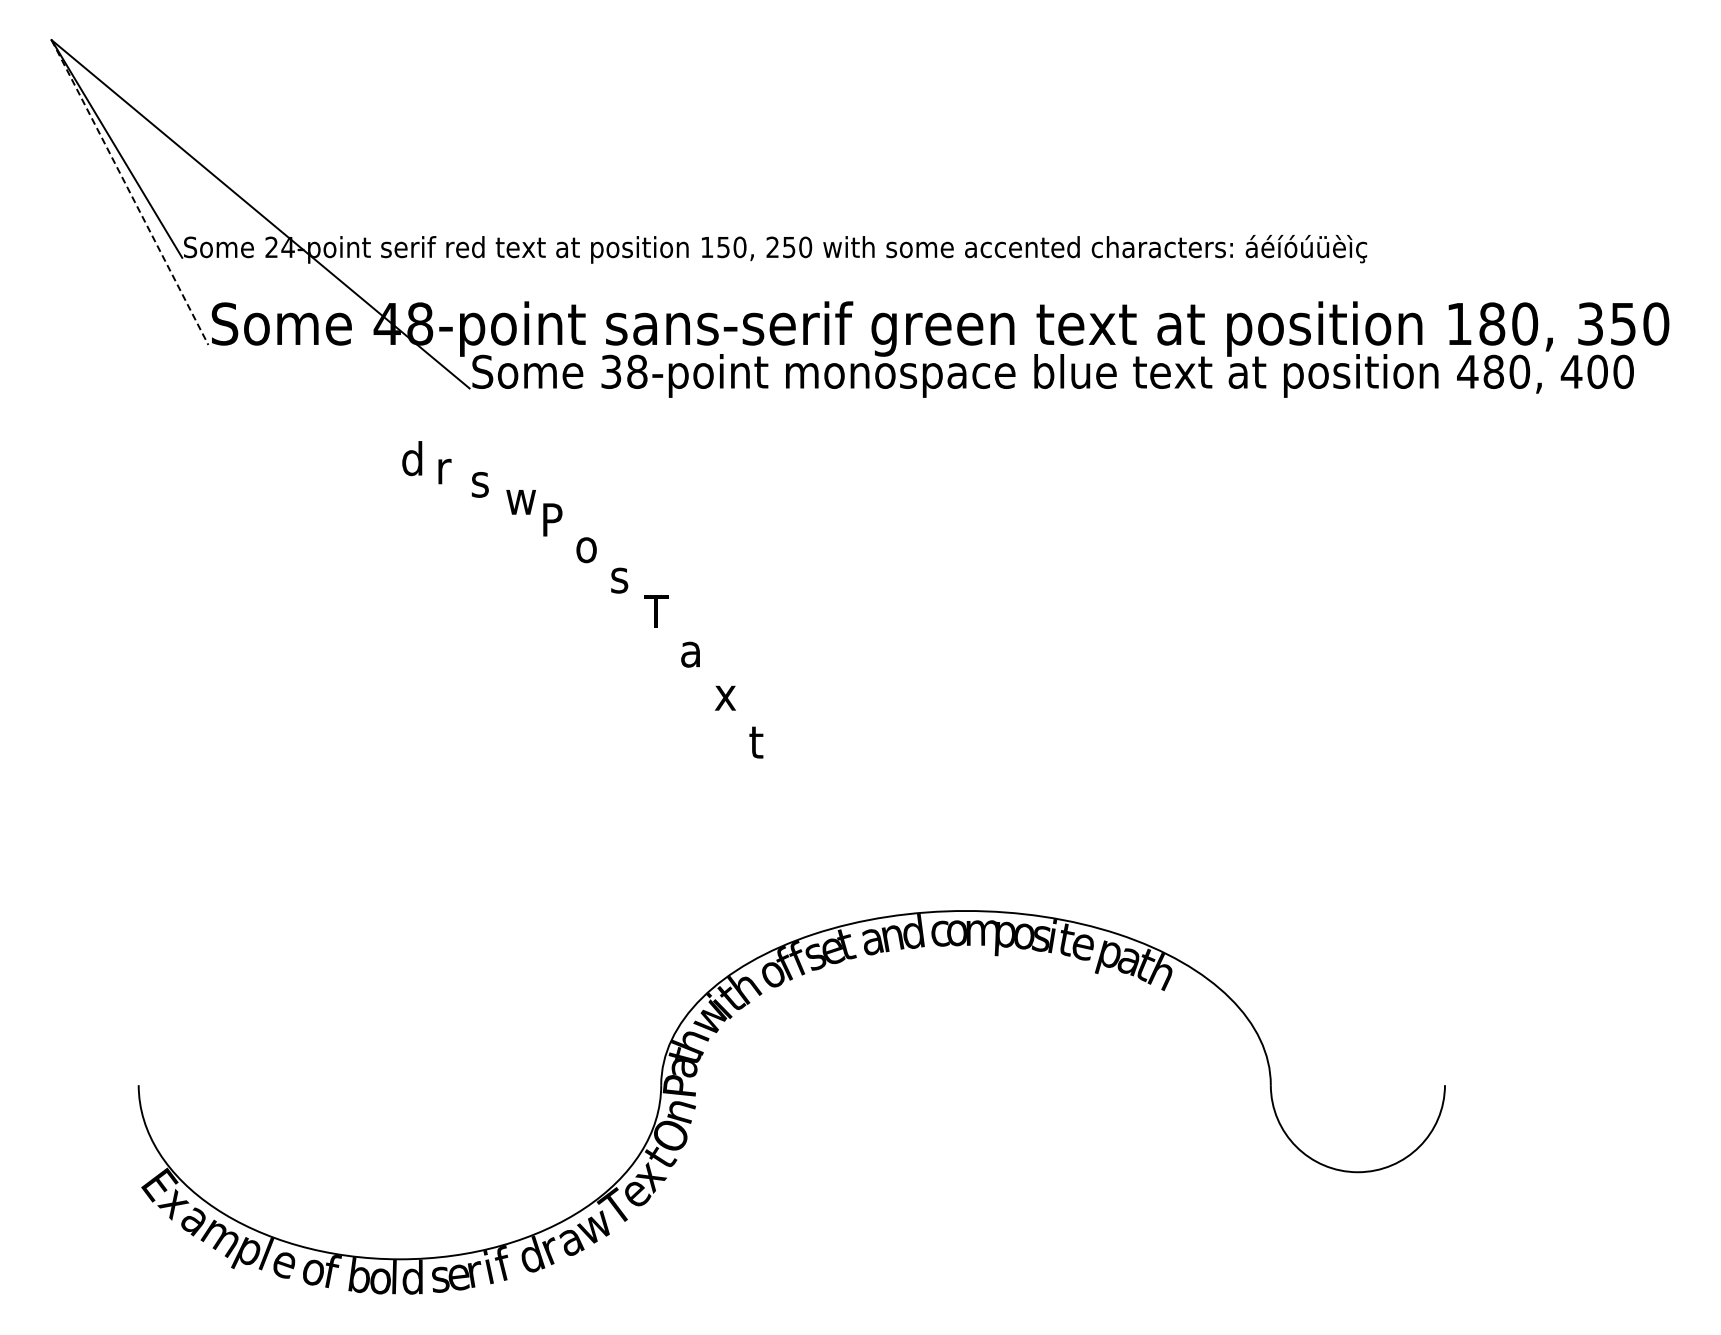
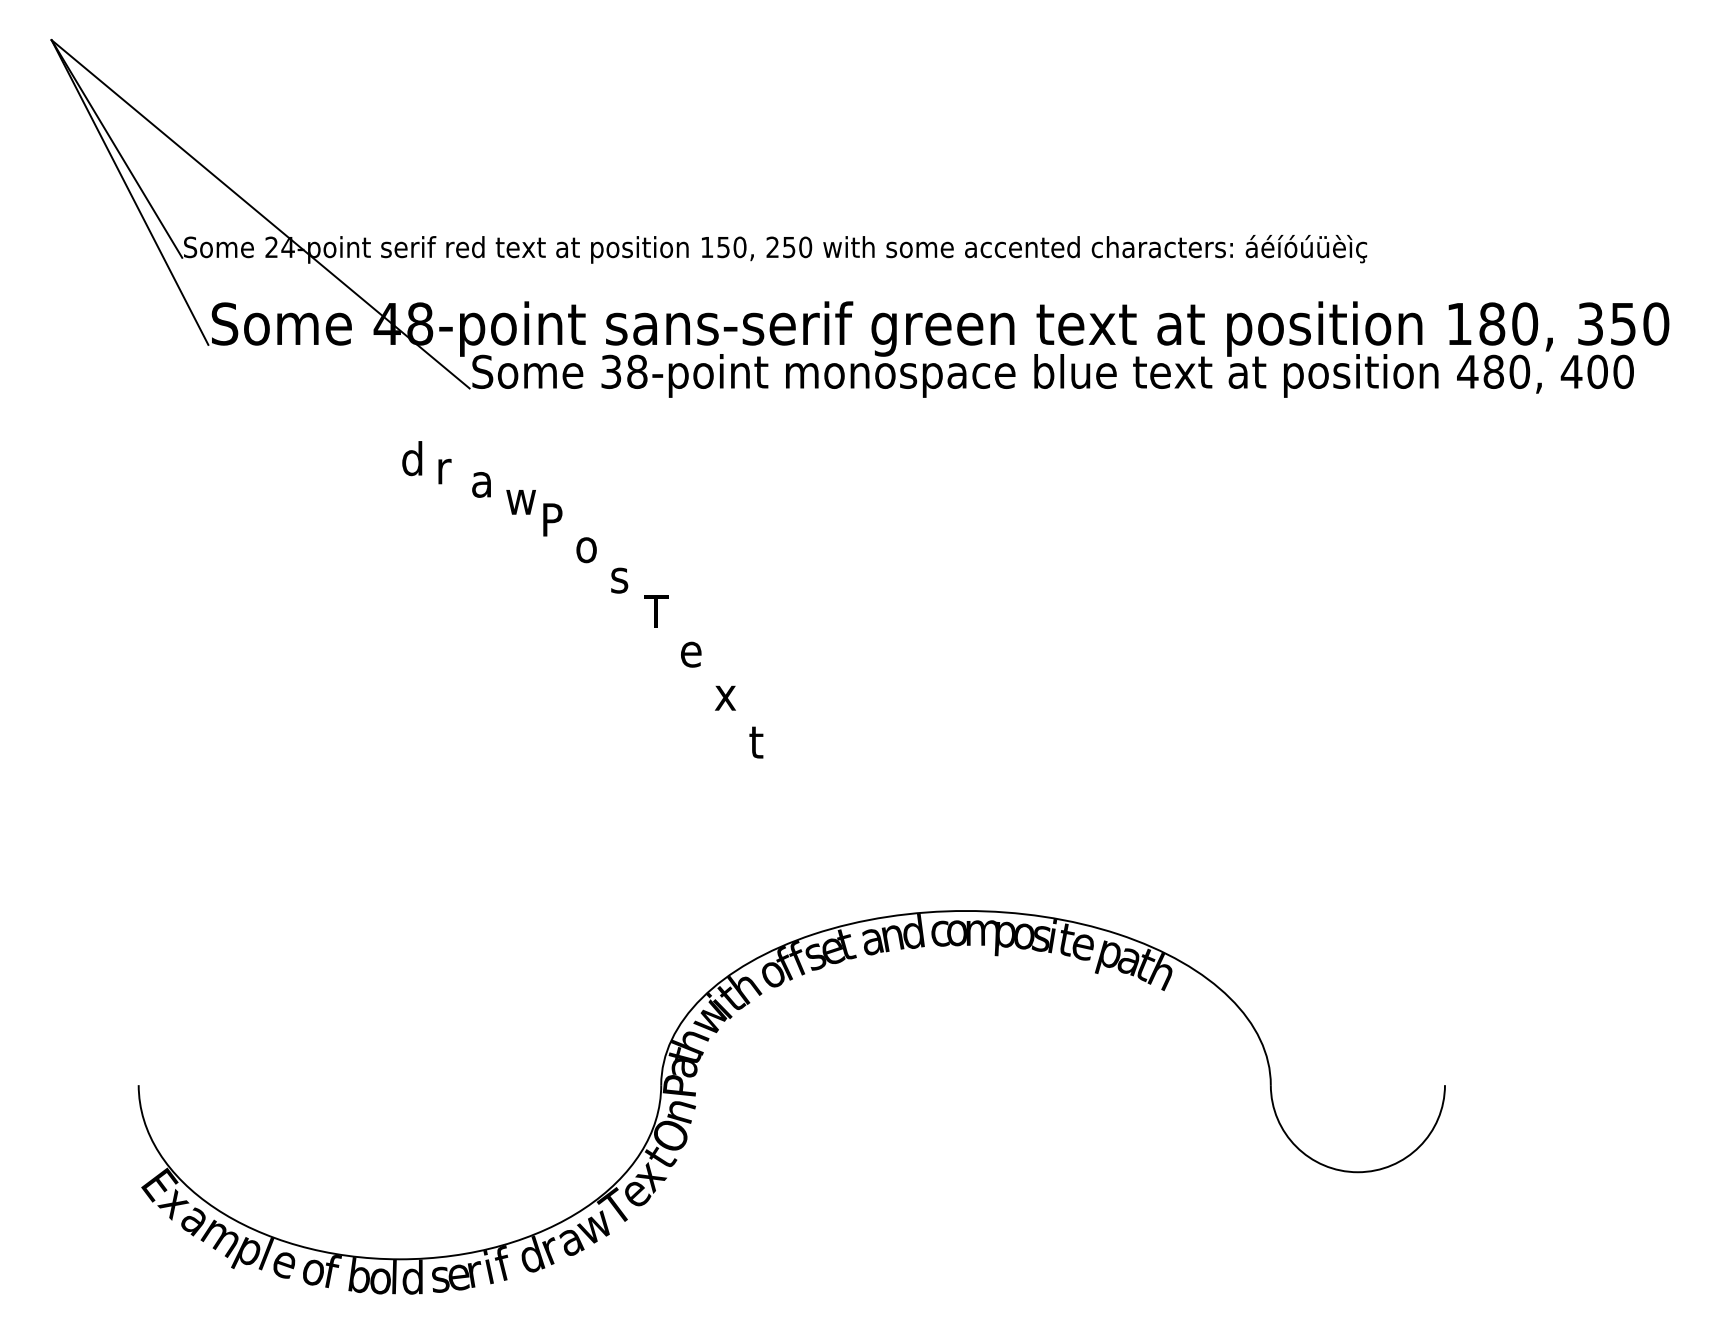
line at (130, 192): dashed -> solid
text at (480, 484): s -> a
text at (691, 654): a -> e
